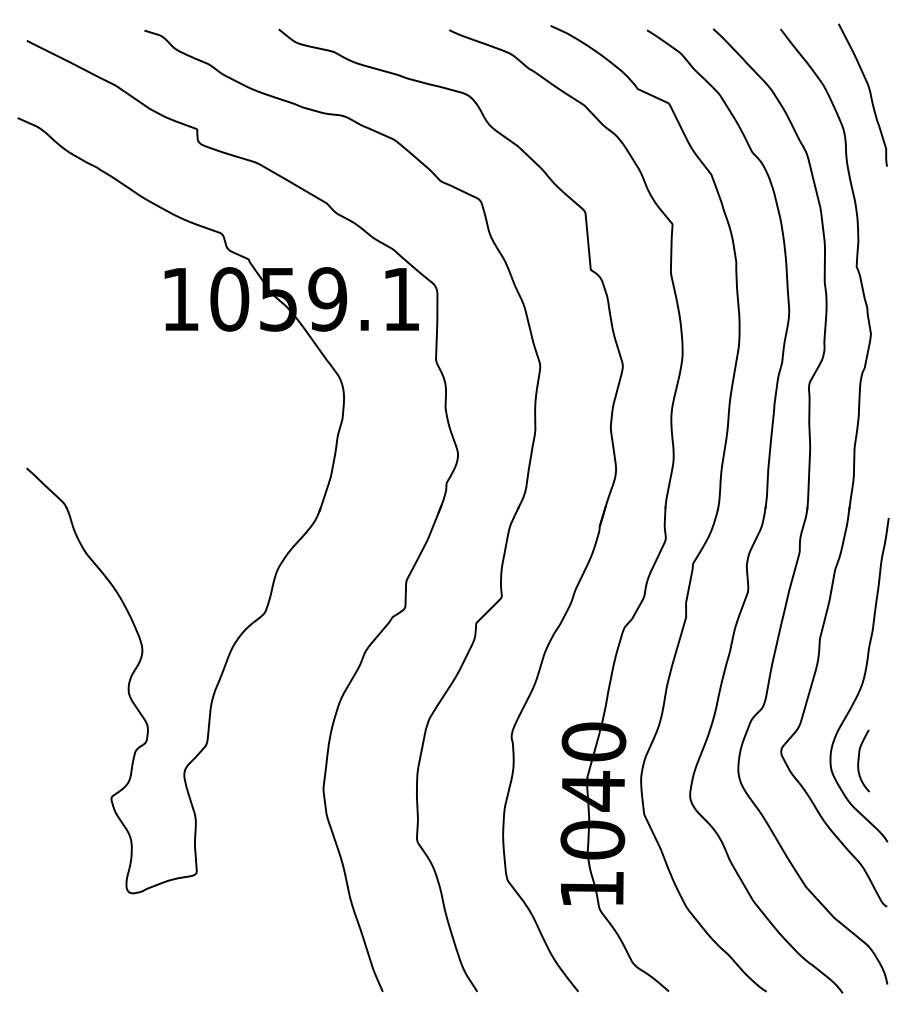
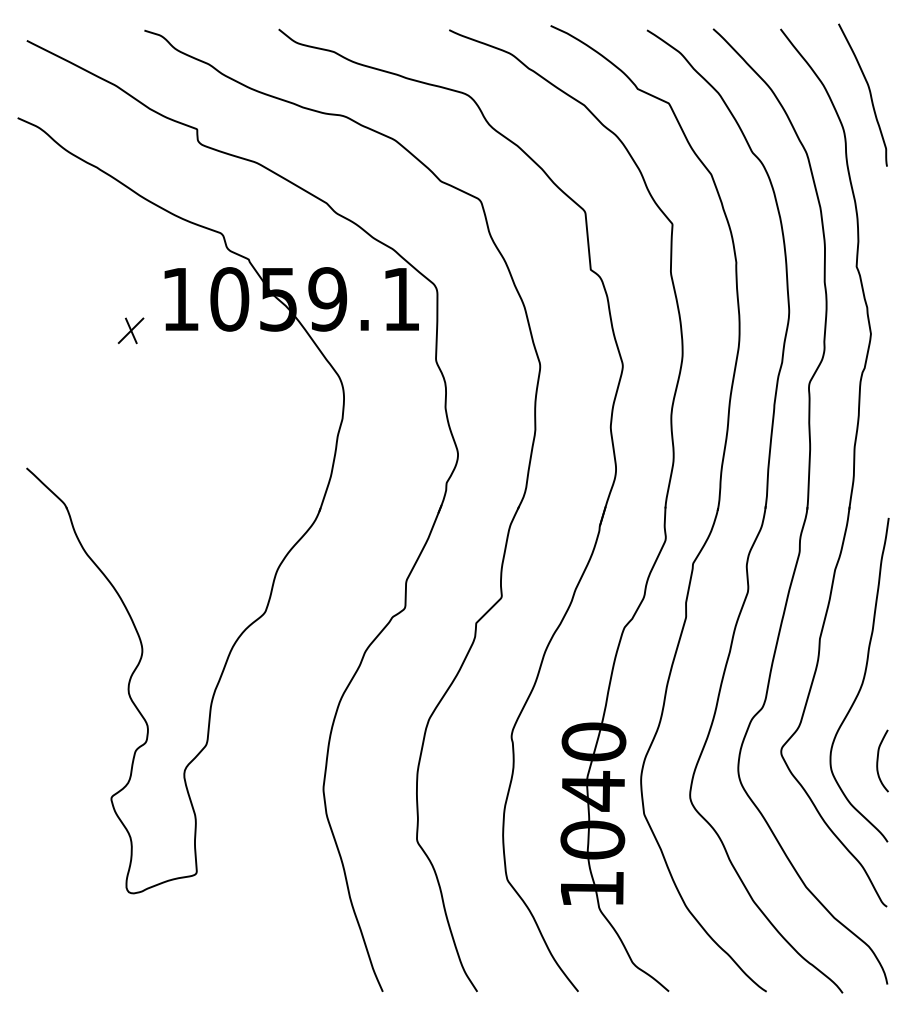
part at (130, 330): none -> present
curve at (859, 760) position: (859, 760) -> (878, 760)
